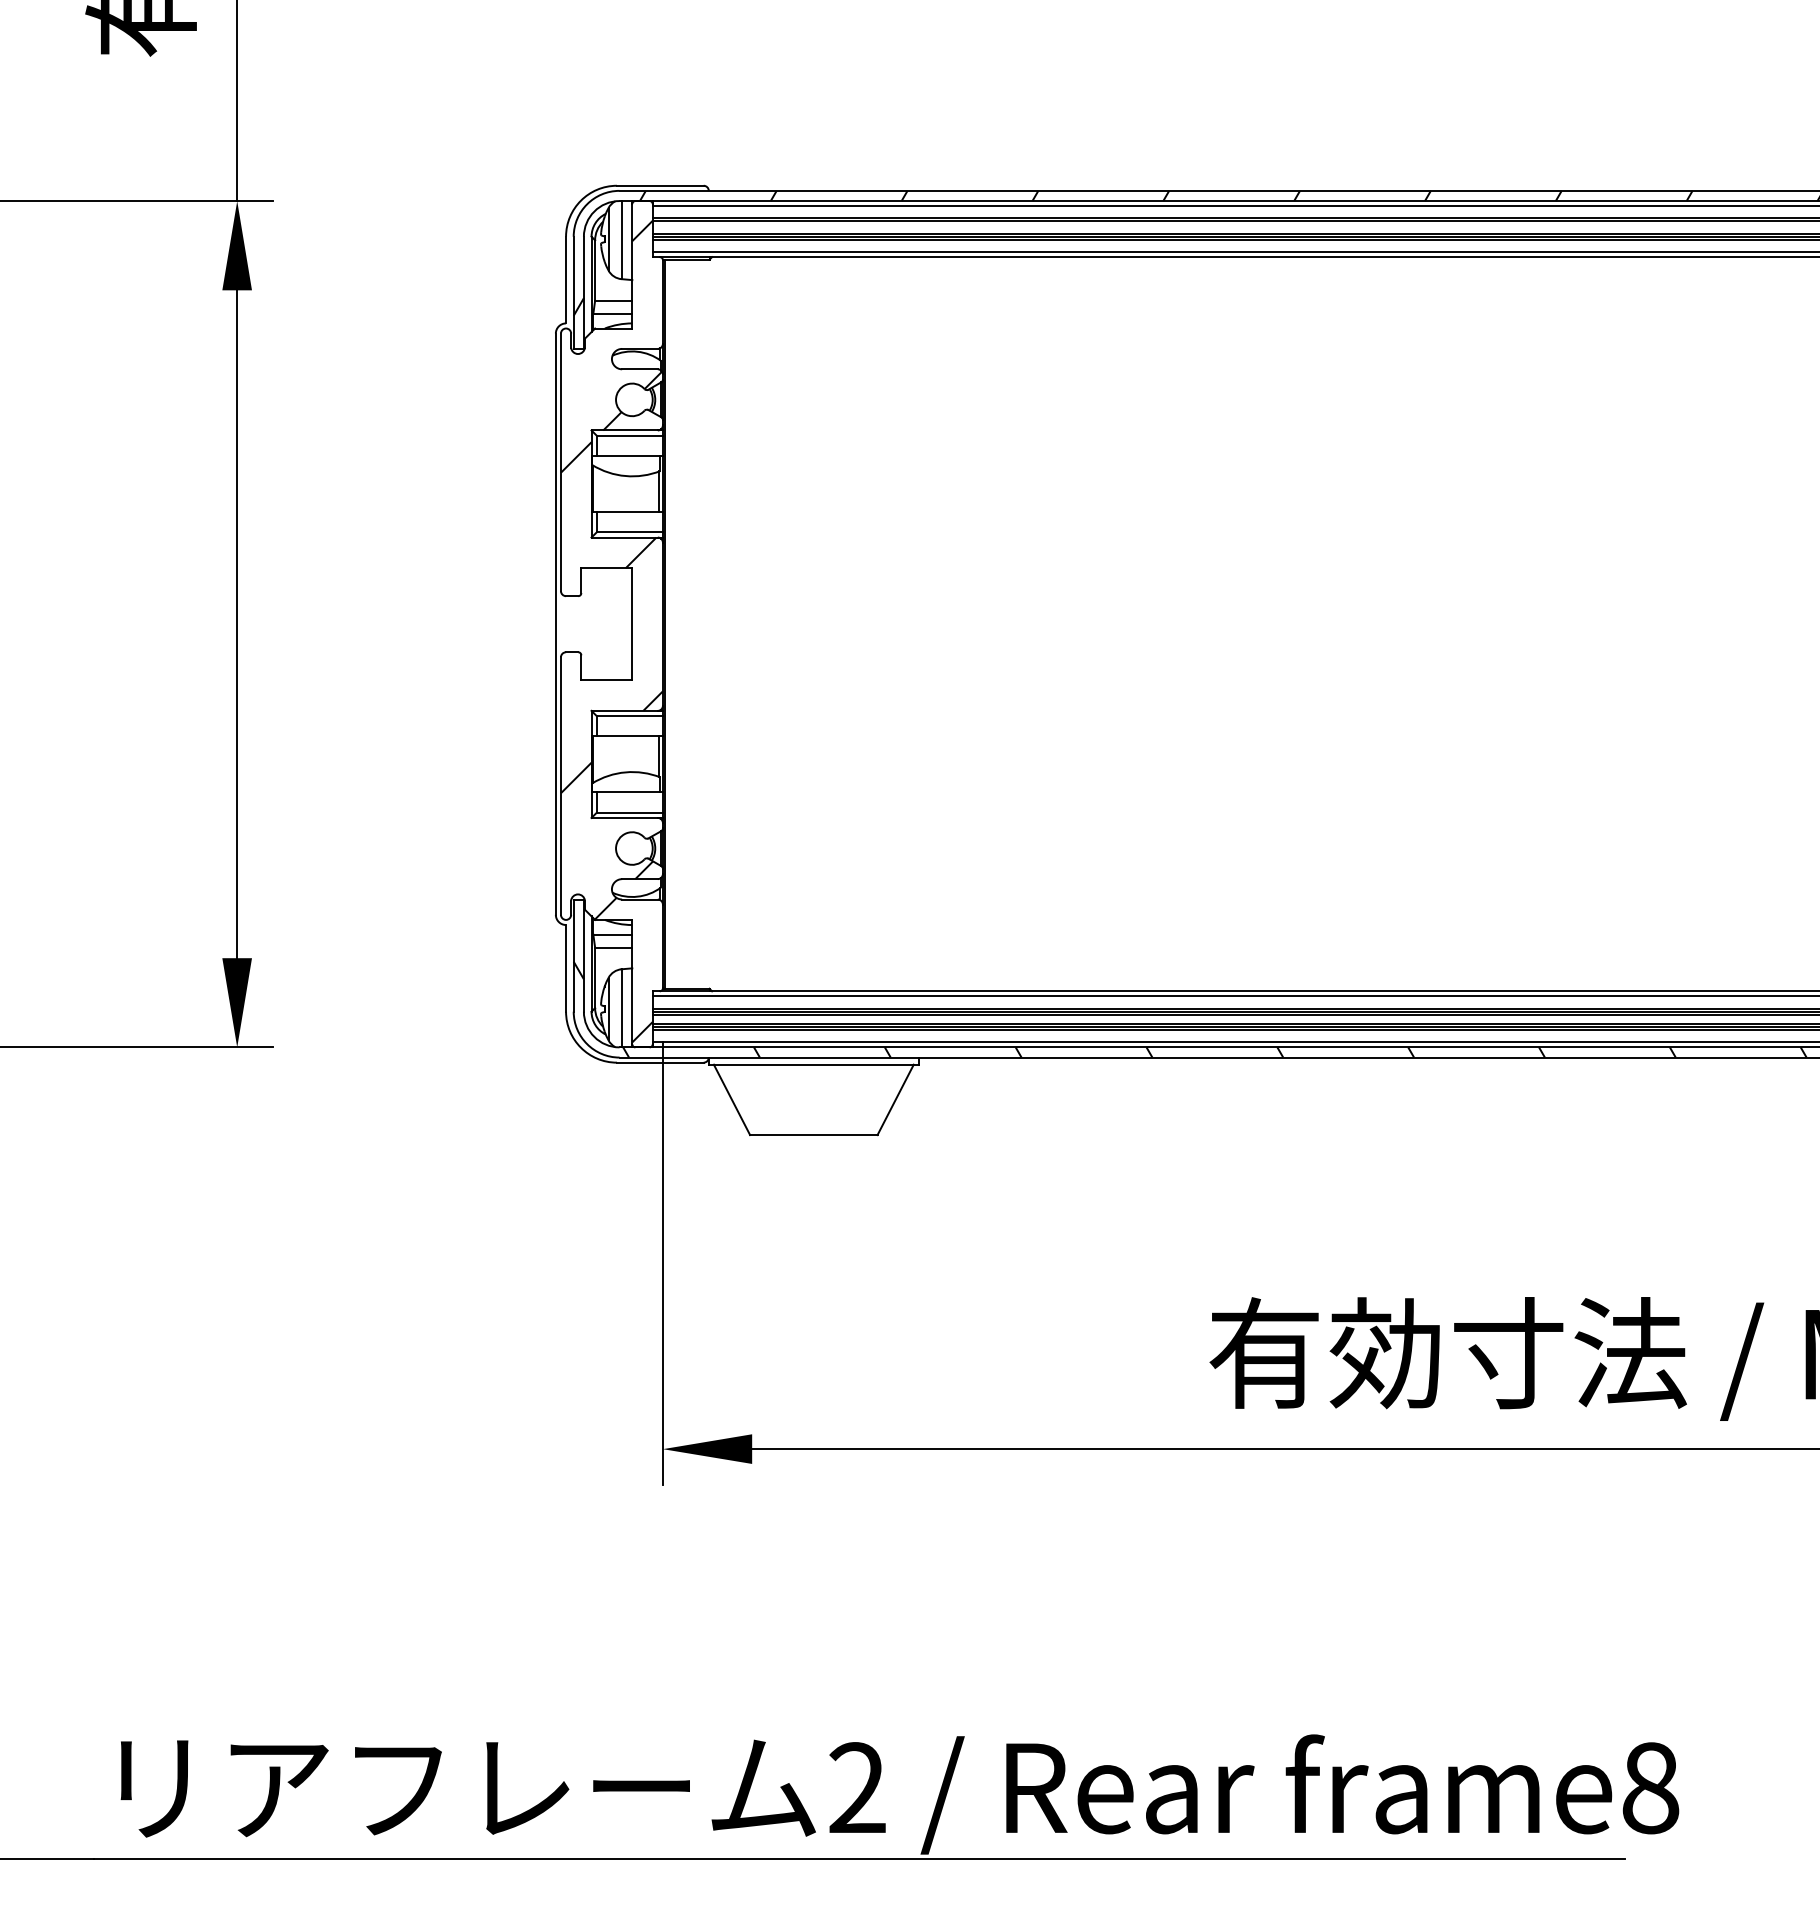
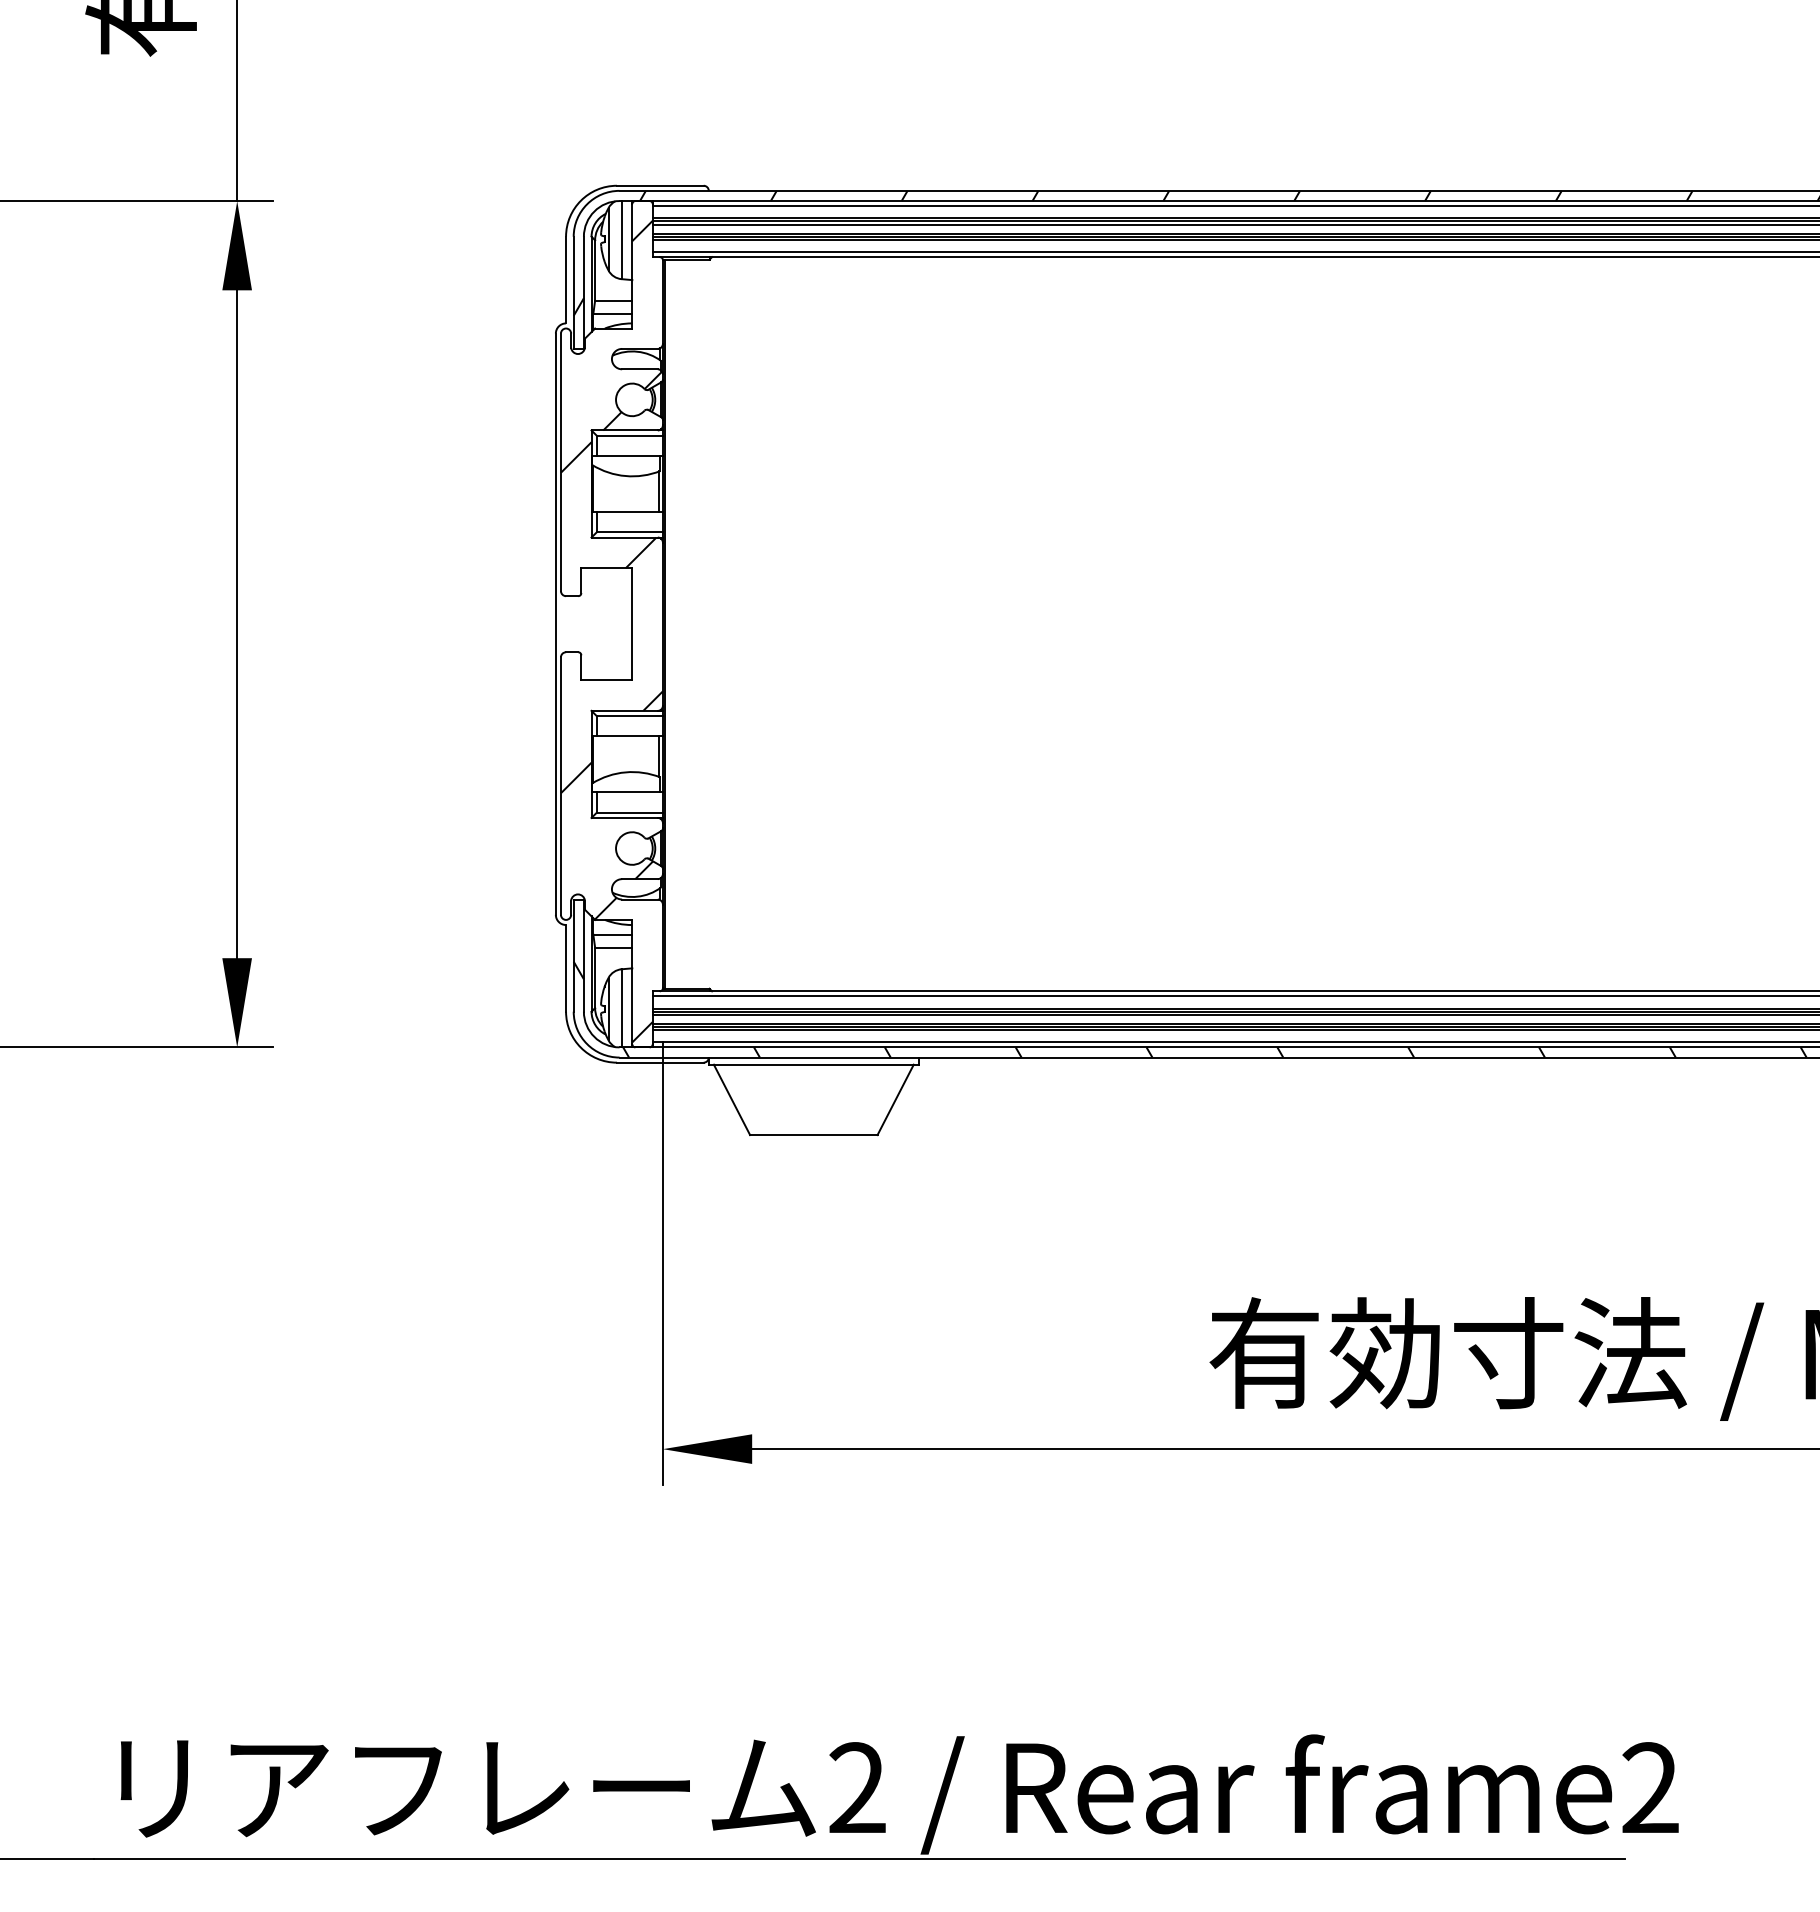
line at (1234, 224): none -> present
text at (1650, 1788): frame8 -> frame2
